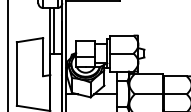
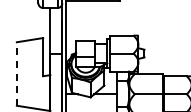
line at (54, 30): present -> none
line at (7, 55): present -> none
line at (16, 74): solid -> dashed
